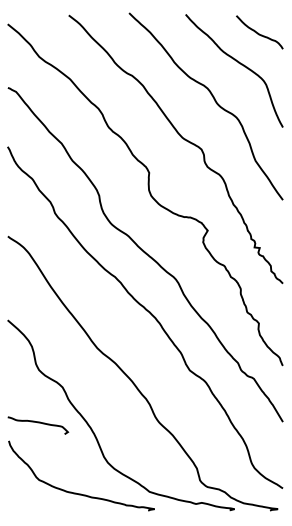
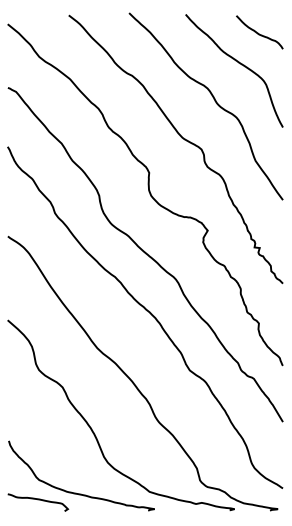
curve at (38, 423) position: (38, 423) -> (38, 500)
